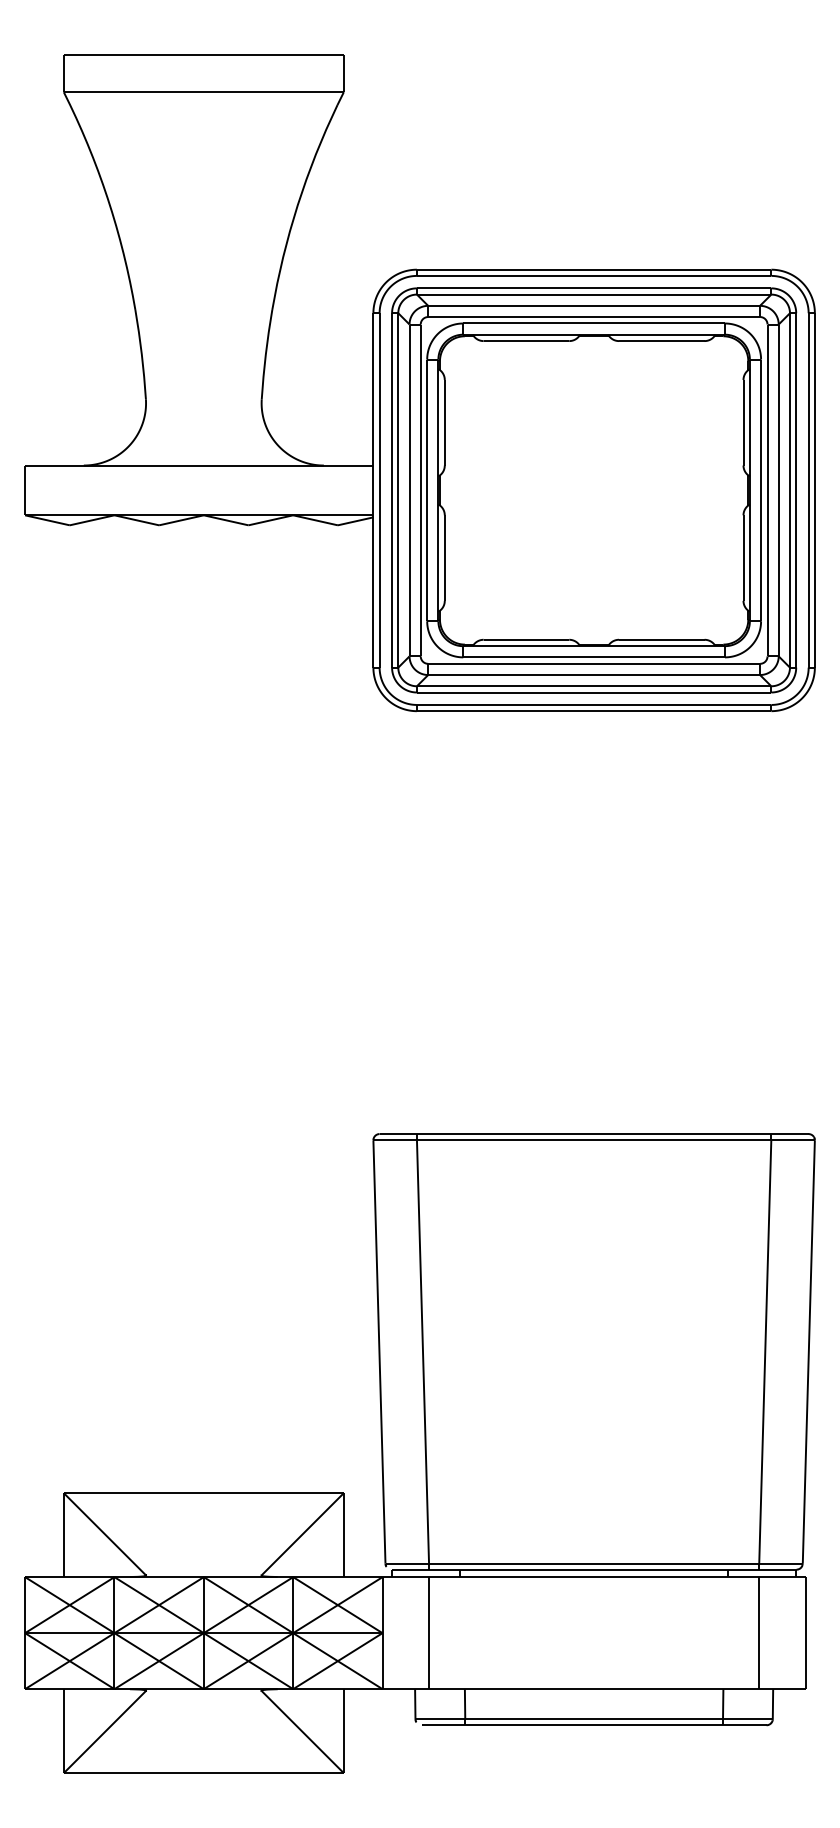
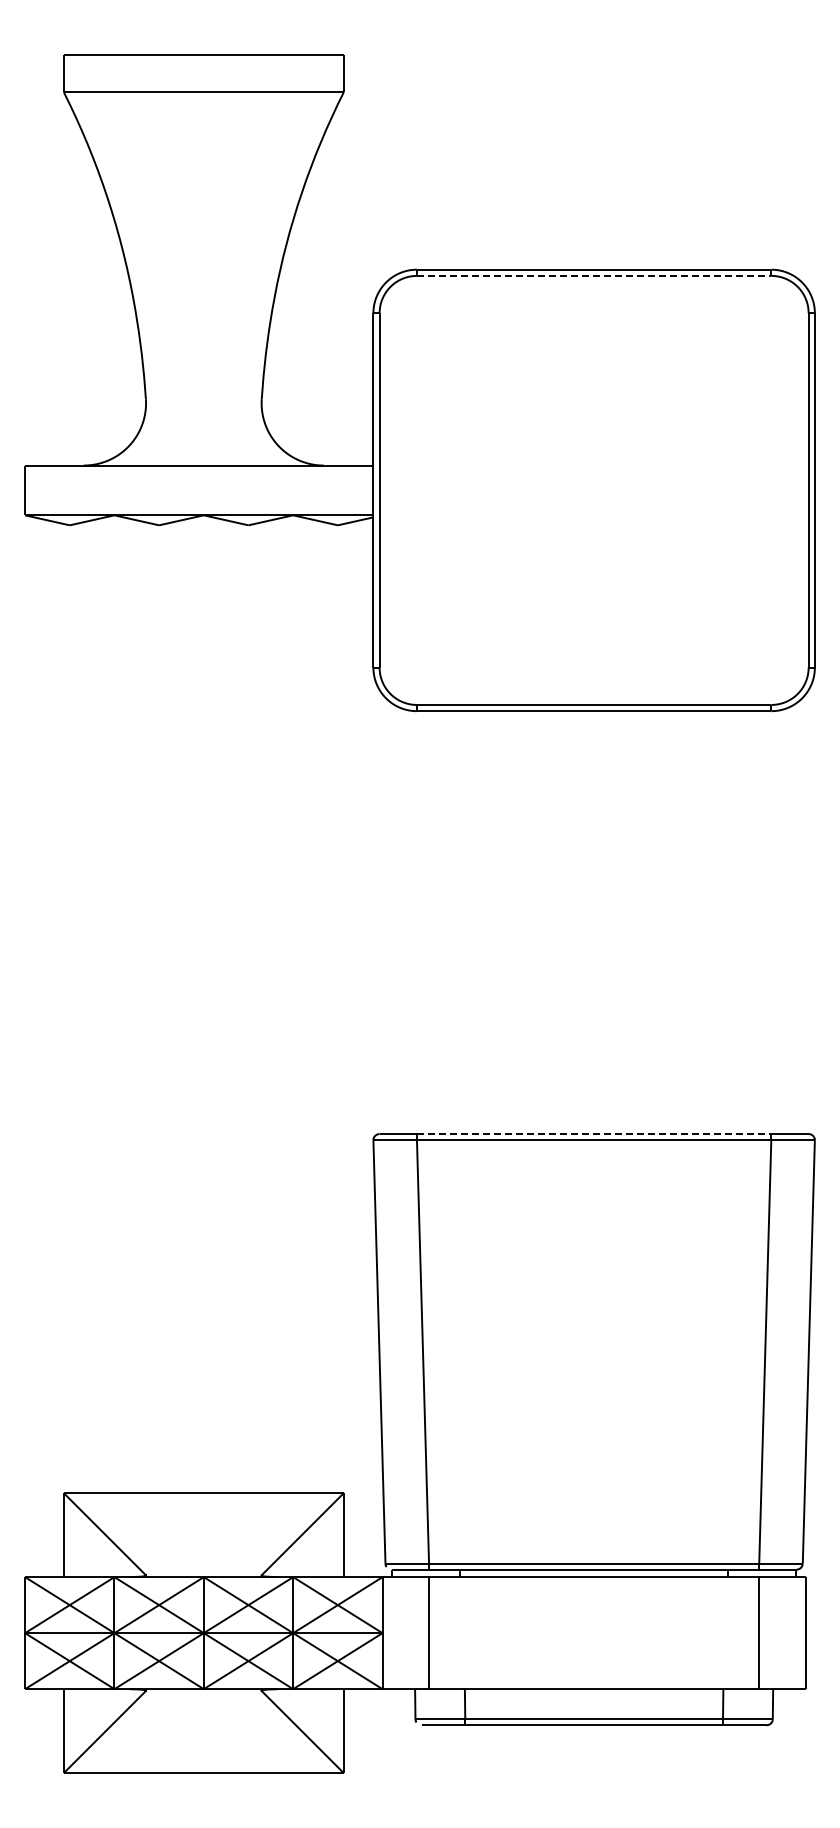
line at (594, 275): solid -> dashed
part at (594, 490): present -> none
line at (594, 1134): solid -> dashed
